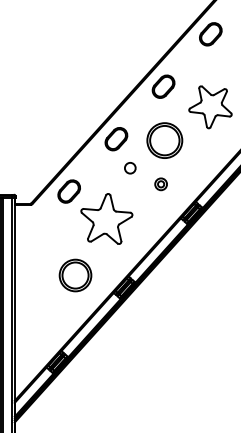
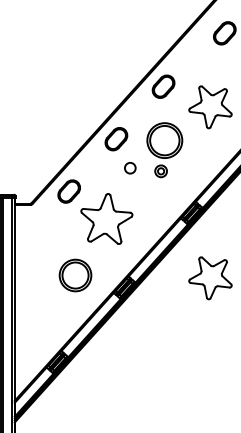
part at (210, 34) position: (210, 34) -> (224, 33)
part at (160, 184) position: (160, 184) -> (160, 171)
part at (210, 278): none -> present
